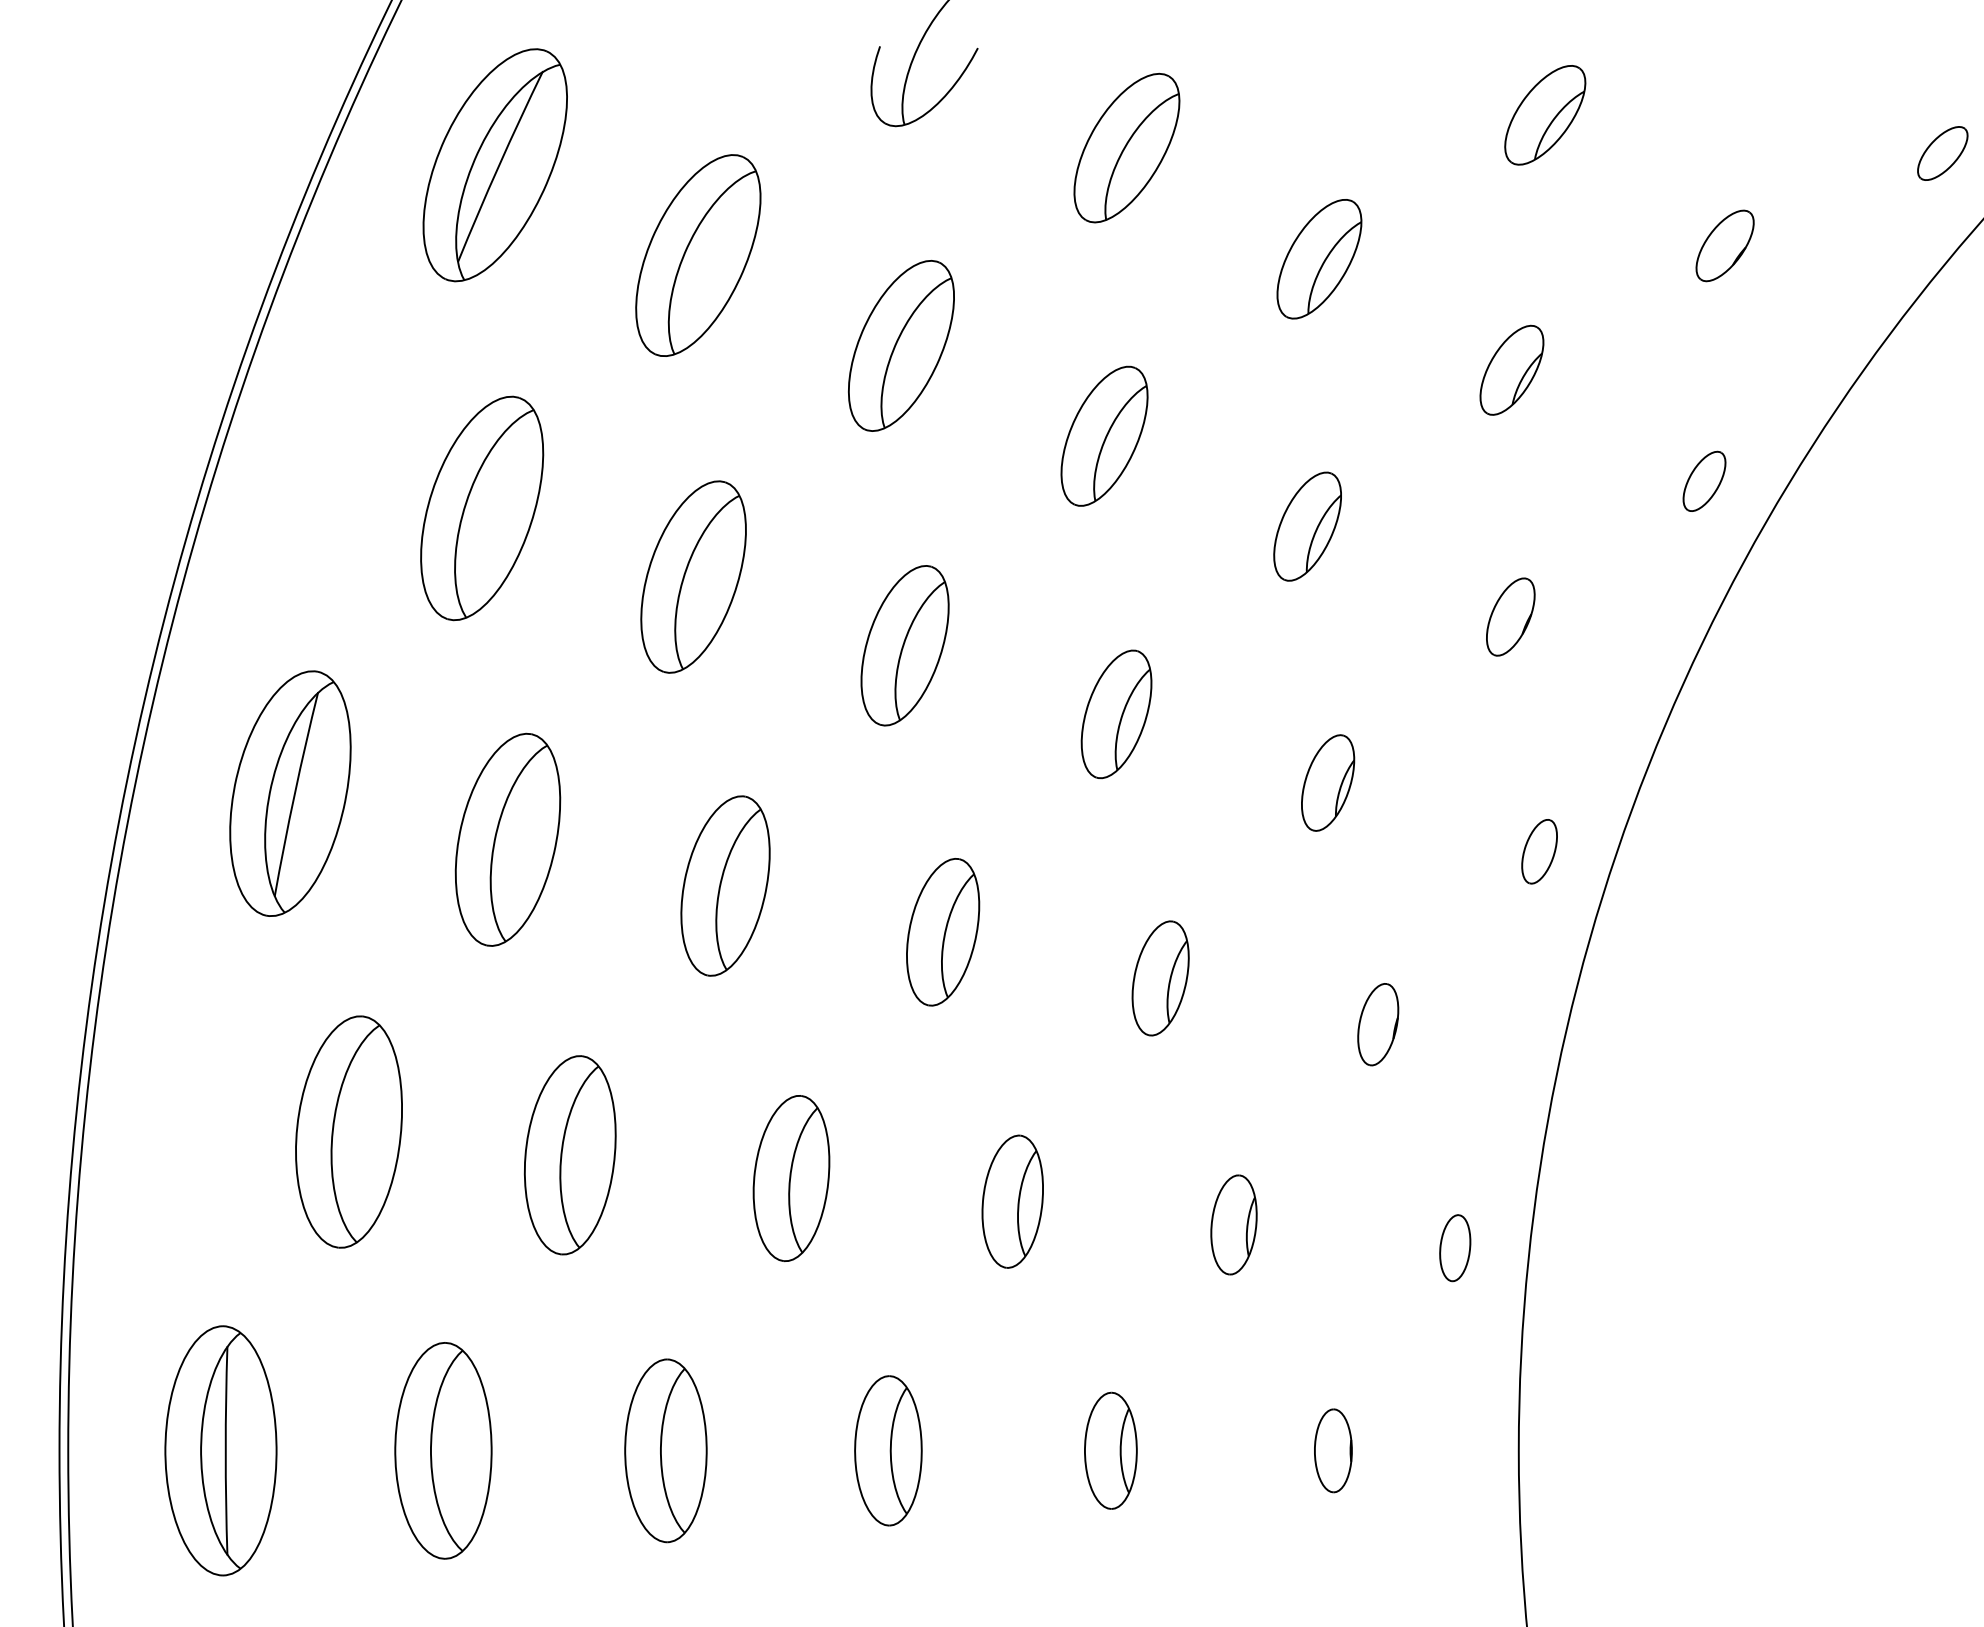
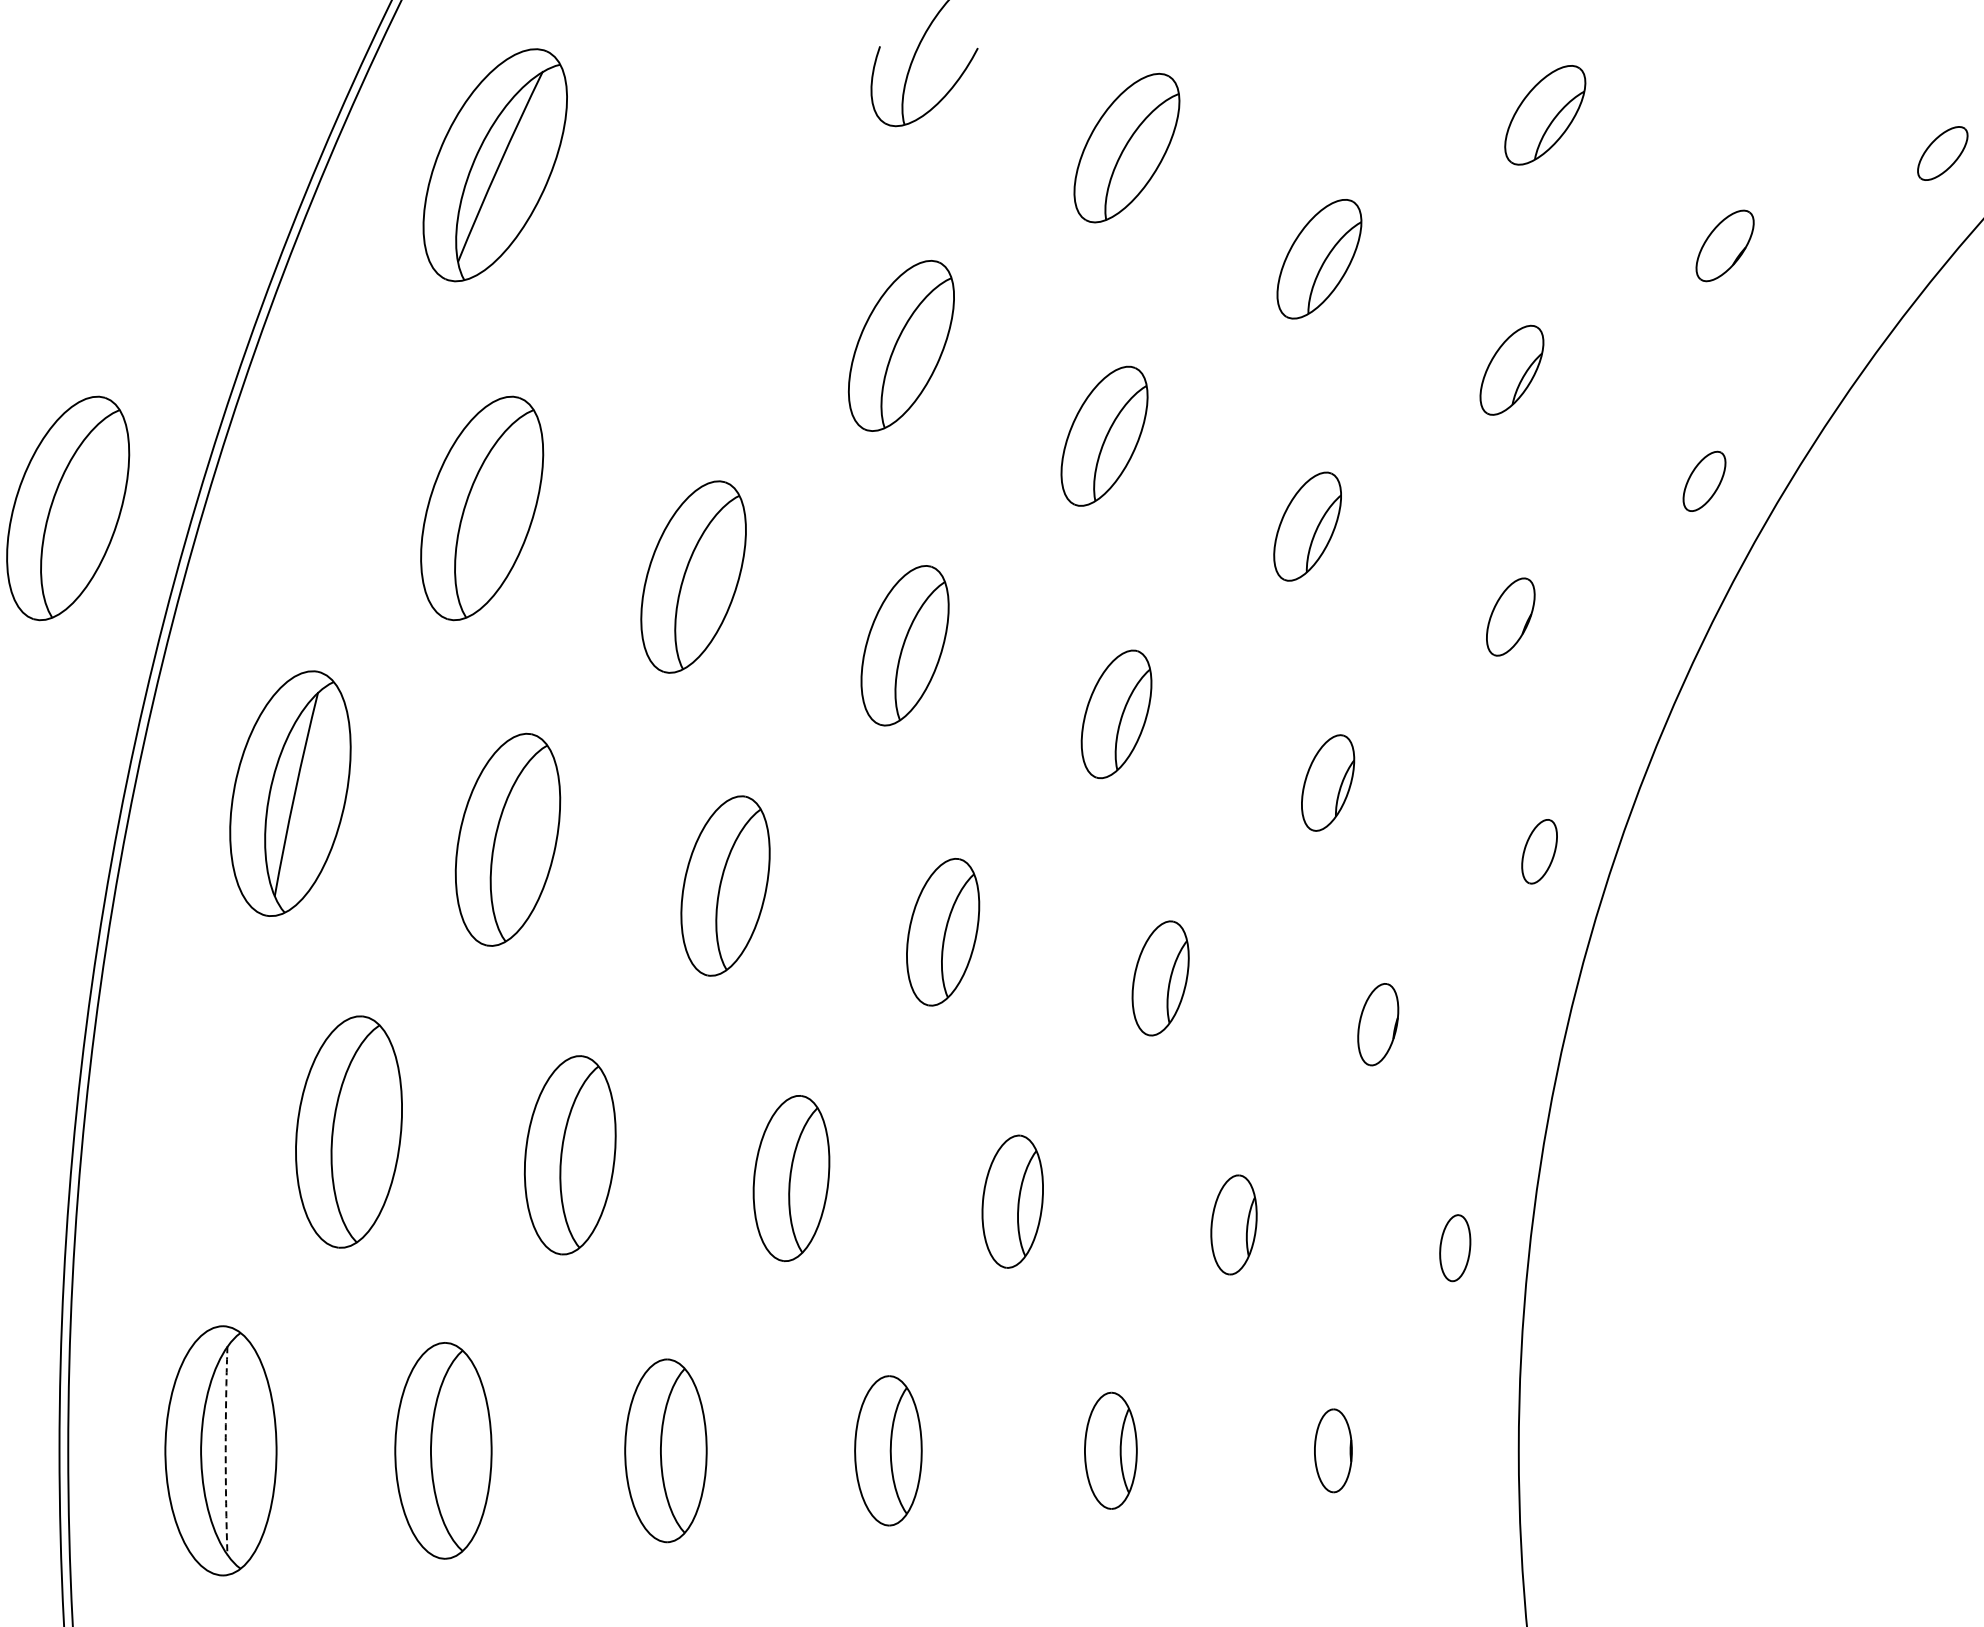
part at (698, 255): present -> none
part at (68, 508): none -> present
arc at (225, 1450): solid -> dashed
